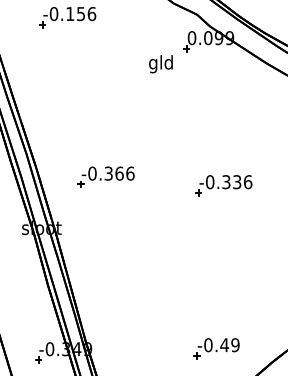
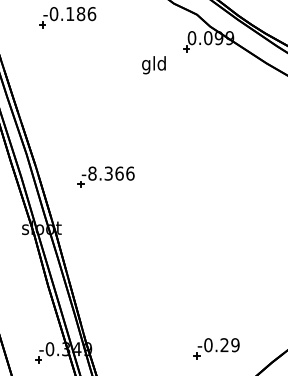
text at (81, 14): -0.156 -> -0.186
text at (160, 64) position: (160, 64) -> (153, 65)
text at (92, 173): -0.366 -> -8.366
part at (223, 185): present -> none
text at (224, 345): -0.49 -> -0.29
